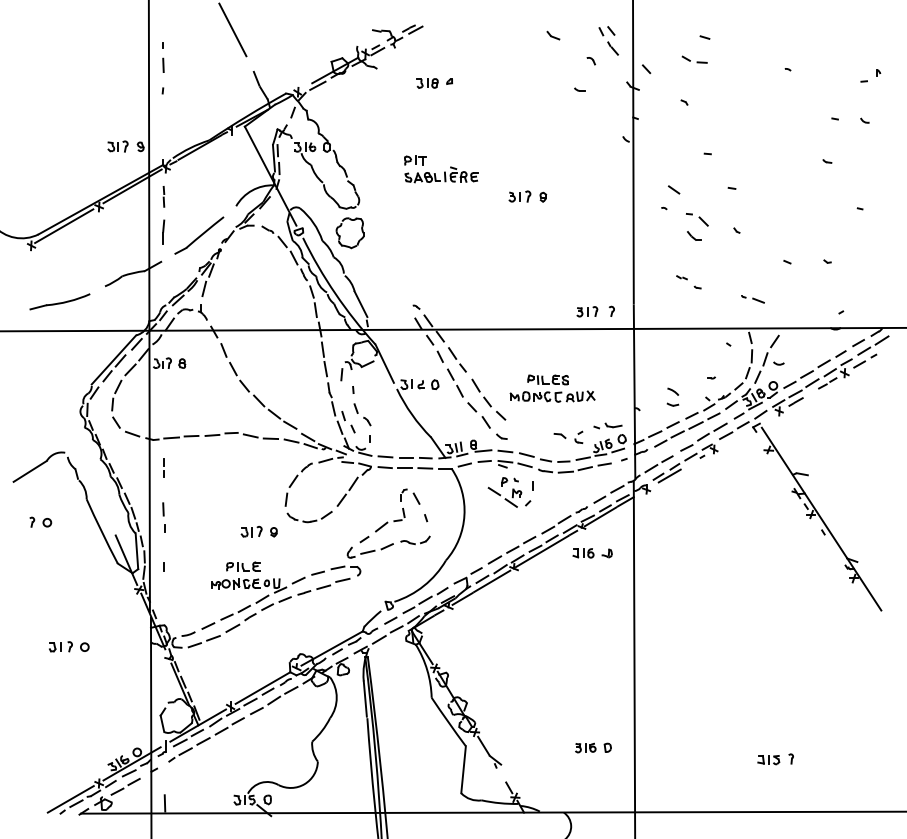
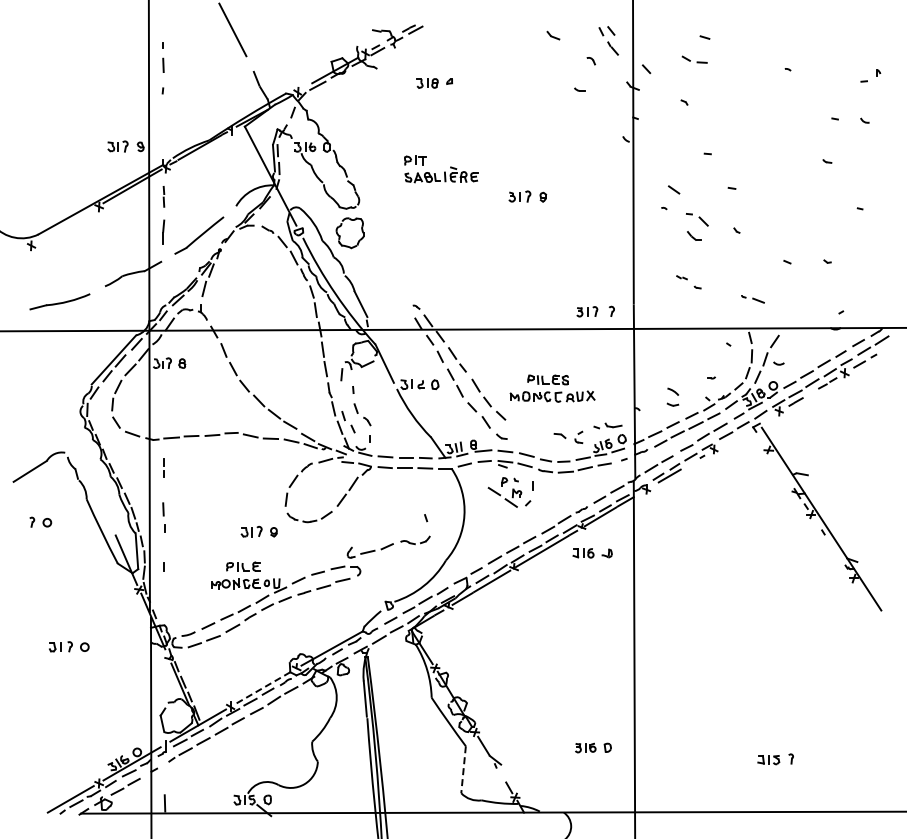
line at (64, 226): present -> none
part at (387, 521): present -> none
line at (263, 688): solid -> dashed
line at (463, 769): solid -> dashed
